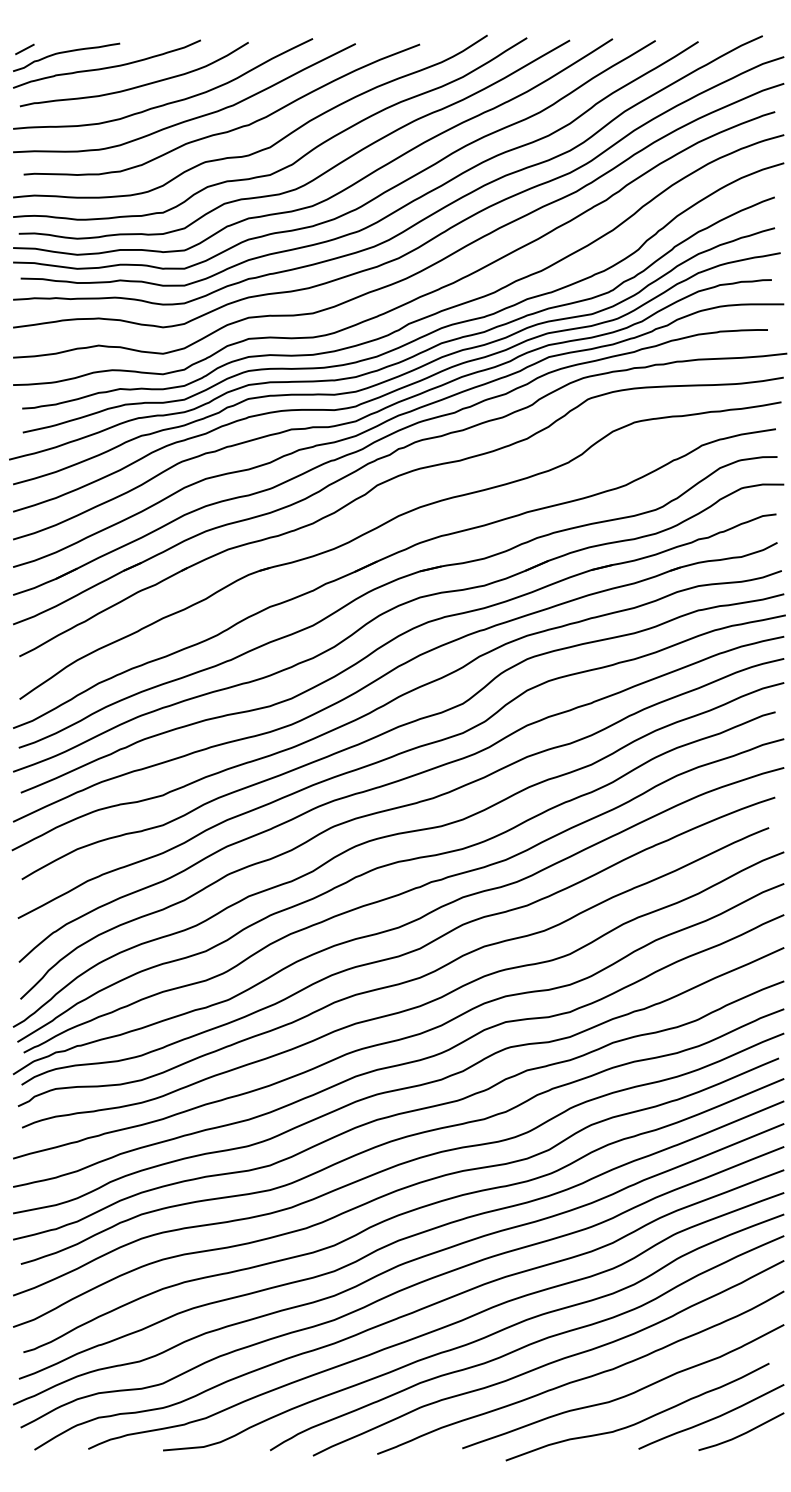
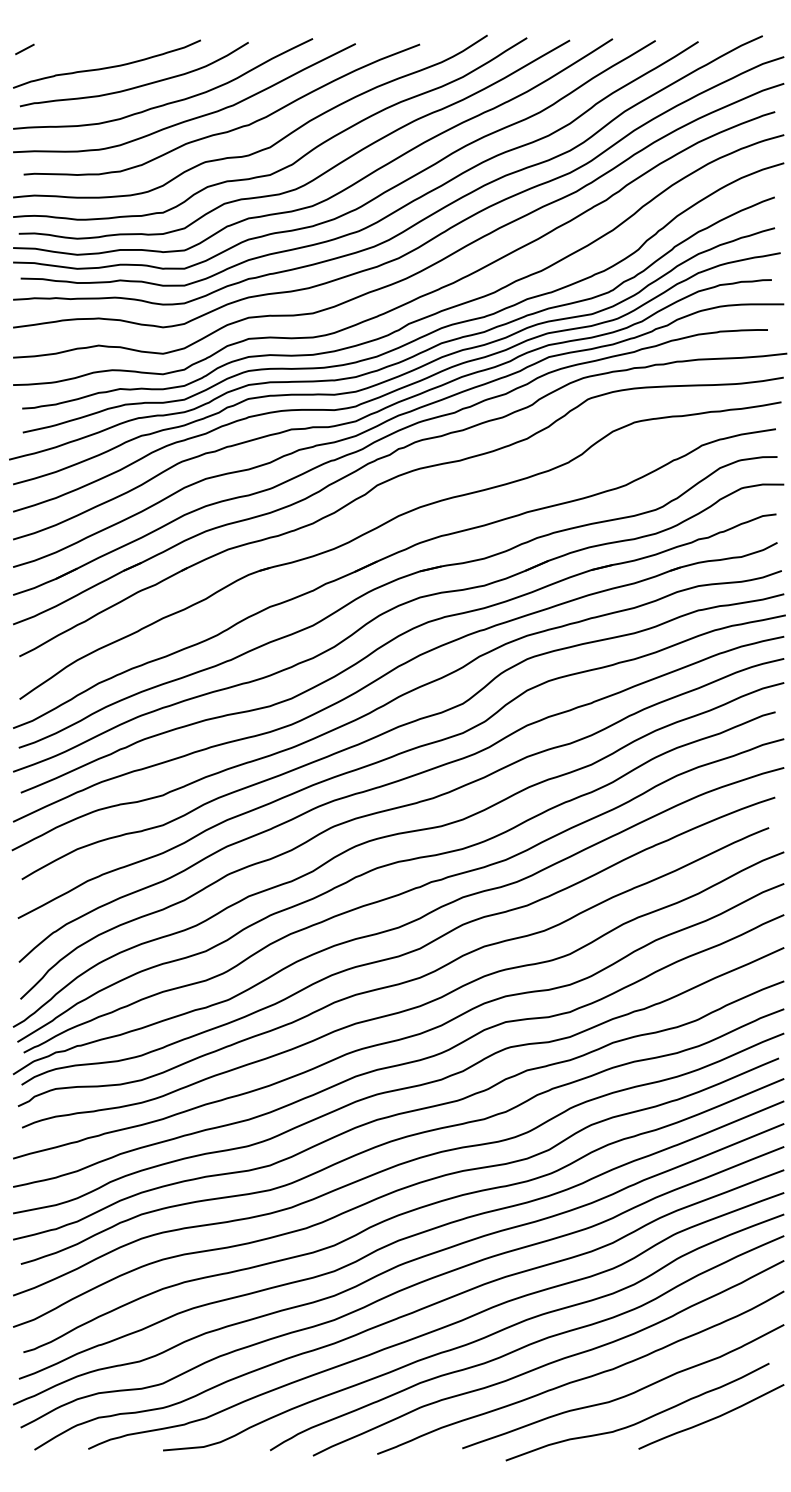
curve at (64, 53): present -> none
line at (742, 1433): present -> none
